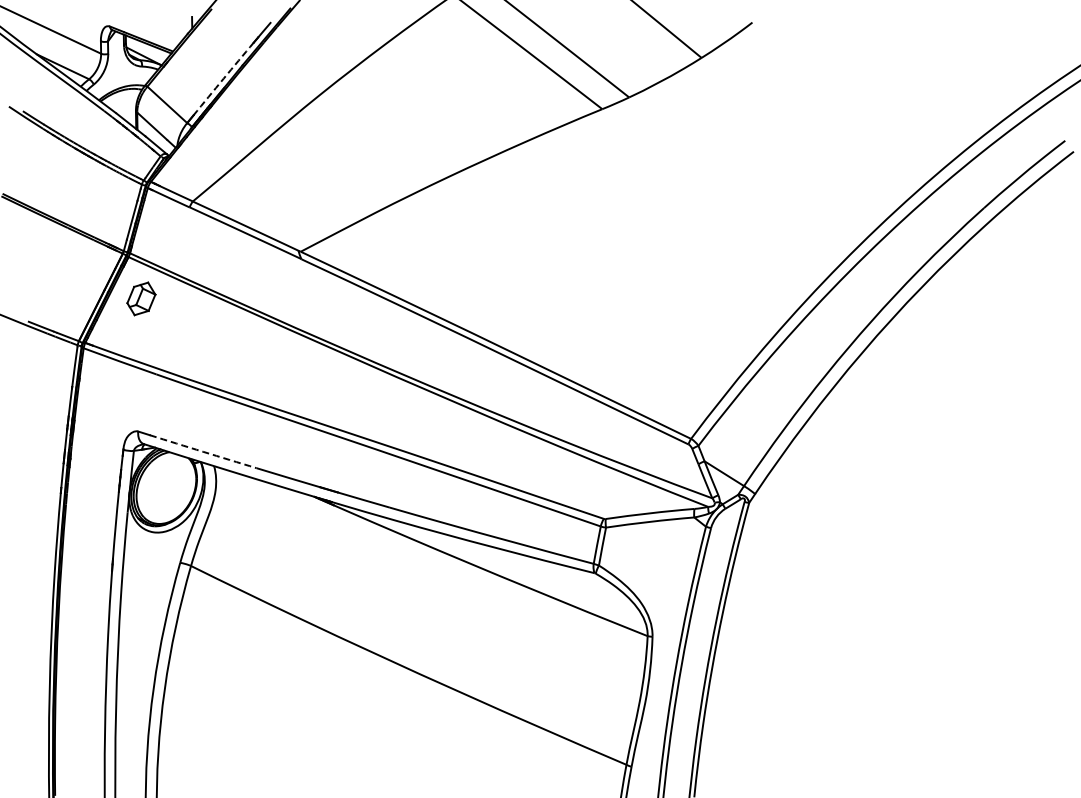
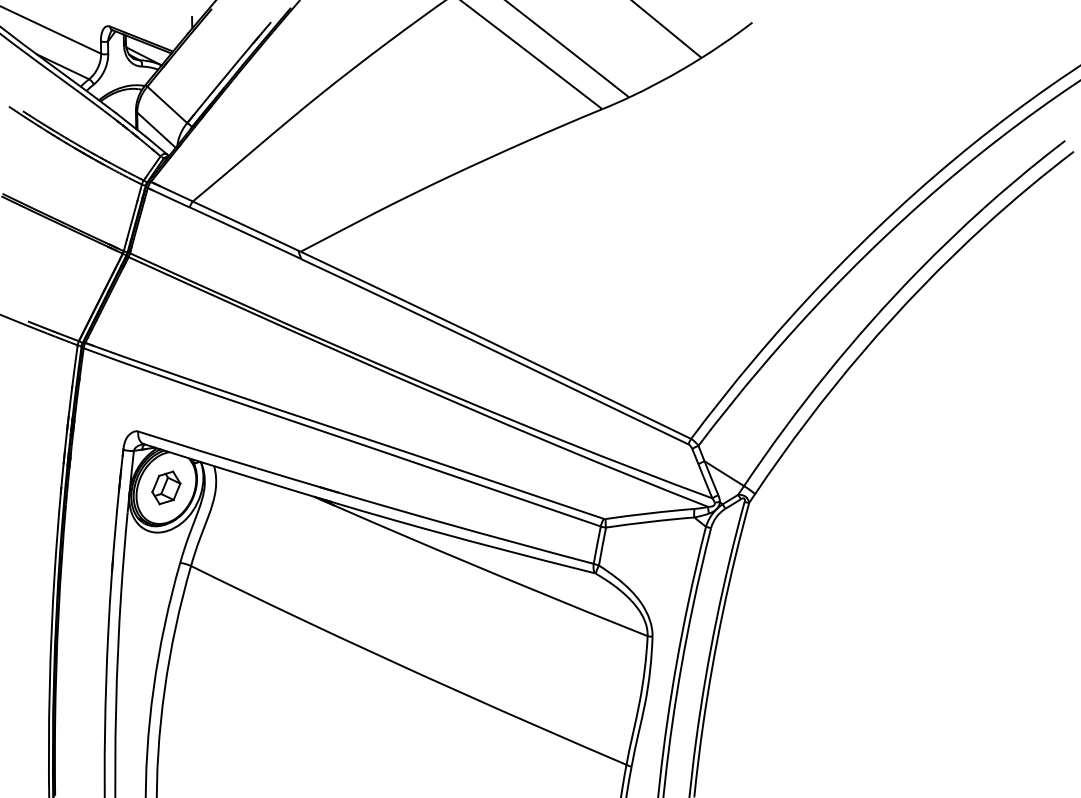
arc at (223, 78): dashed -> solid
part at (141, 298) position: (141, 298) -> (166, 487)
arc at (203, 451): dashed -> solid
